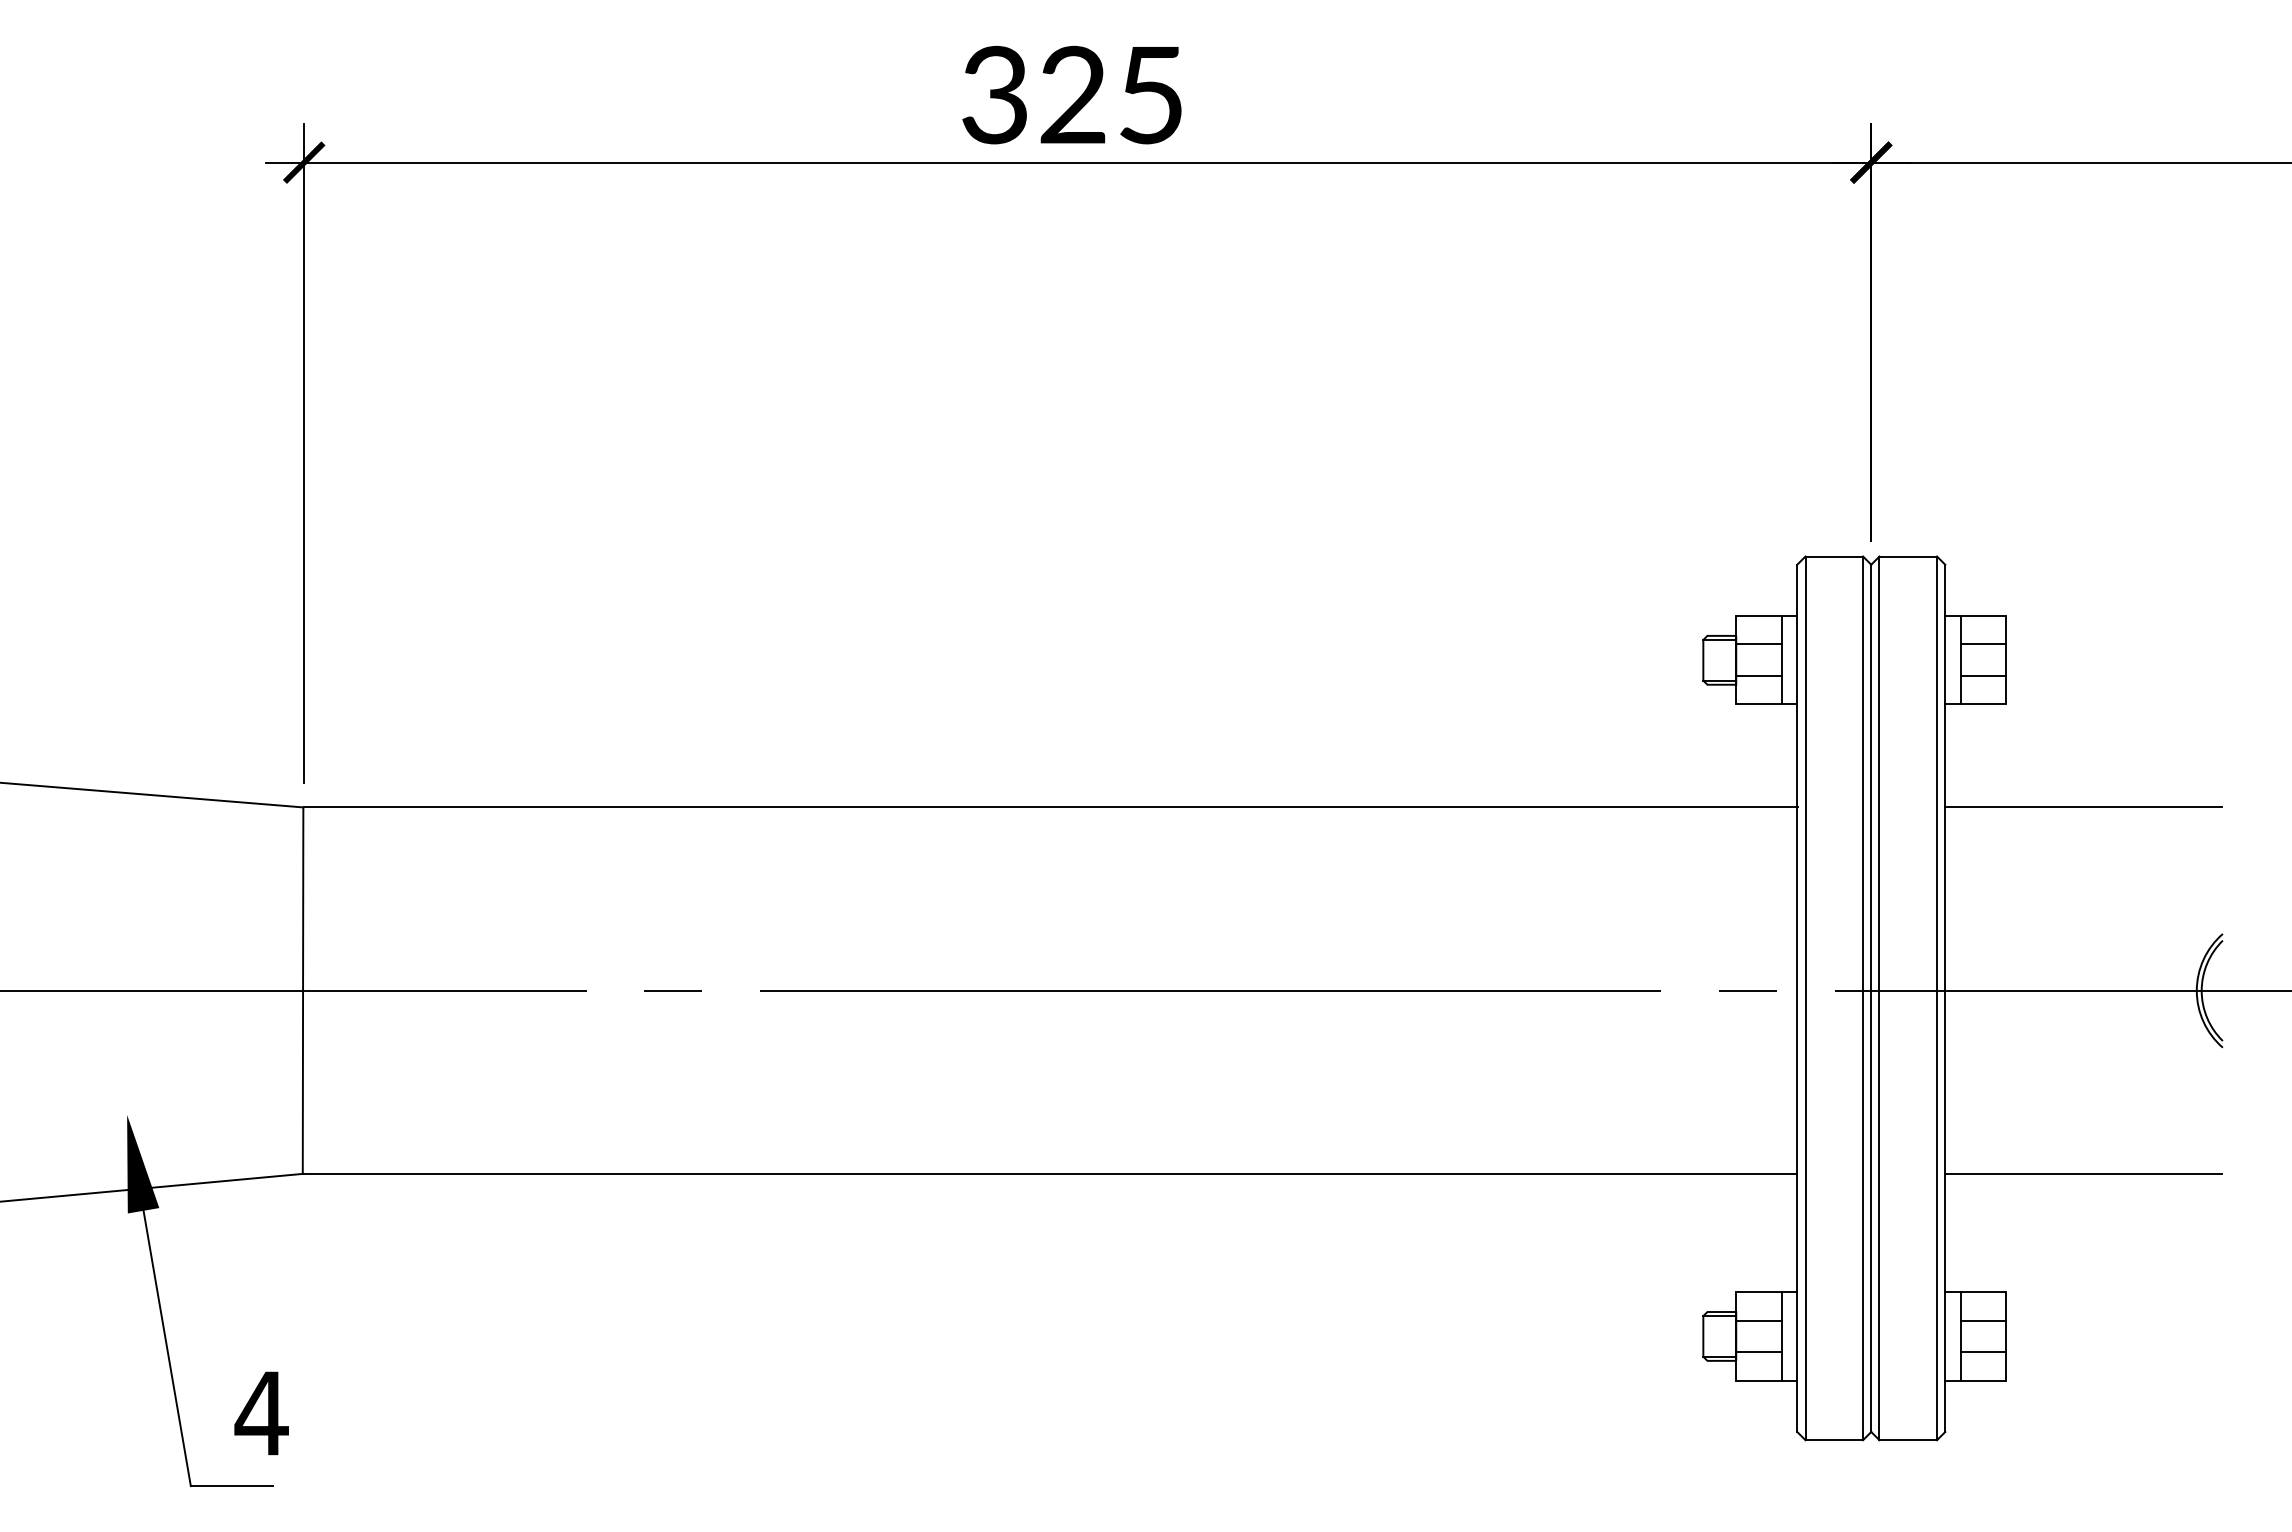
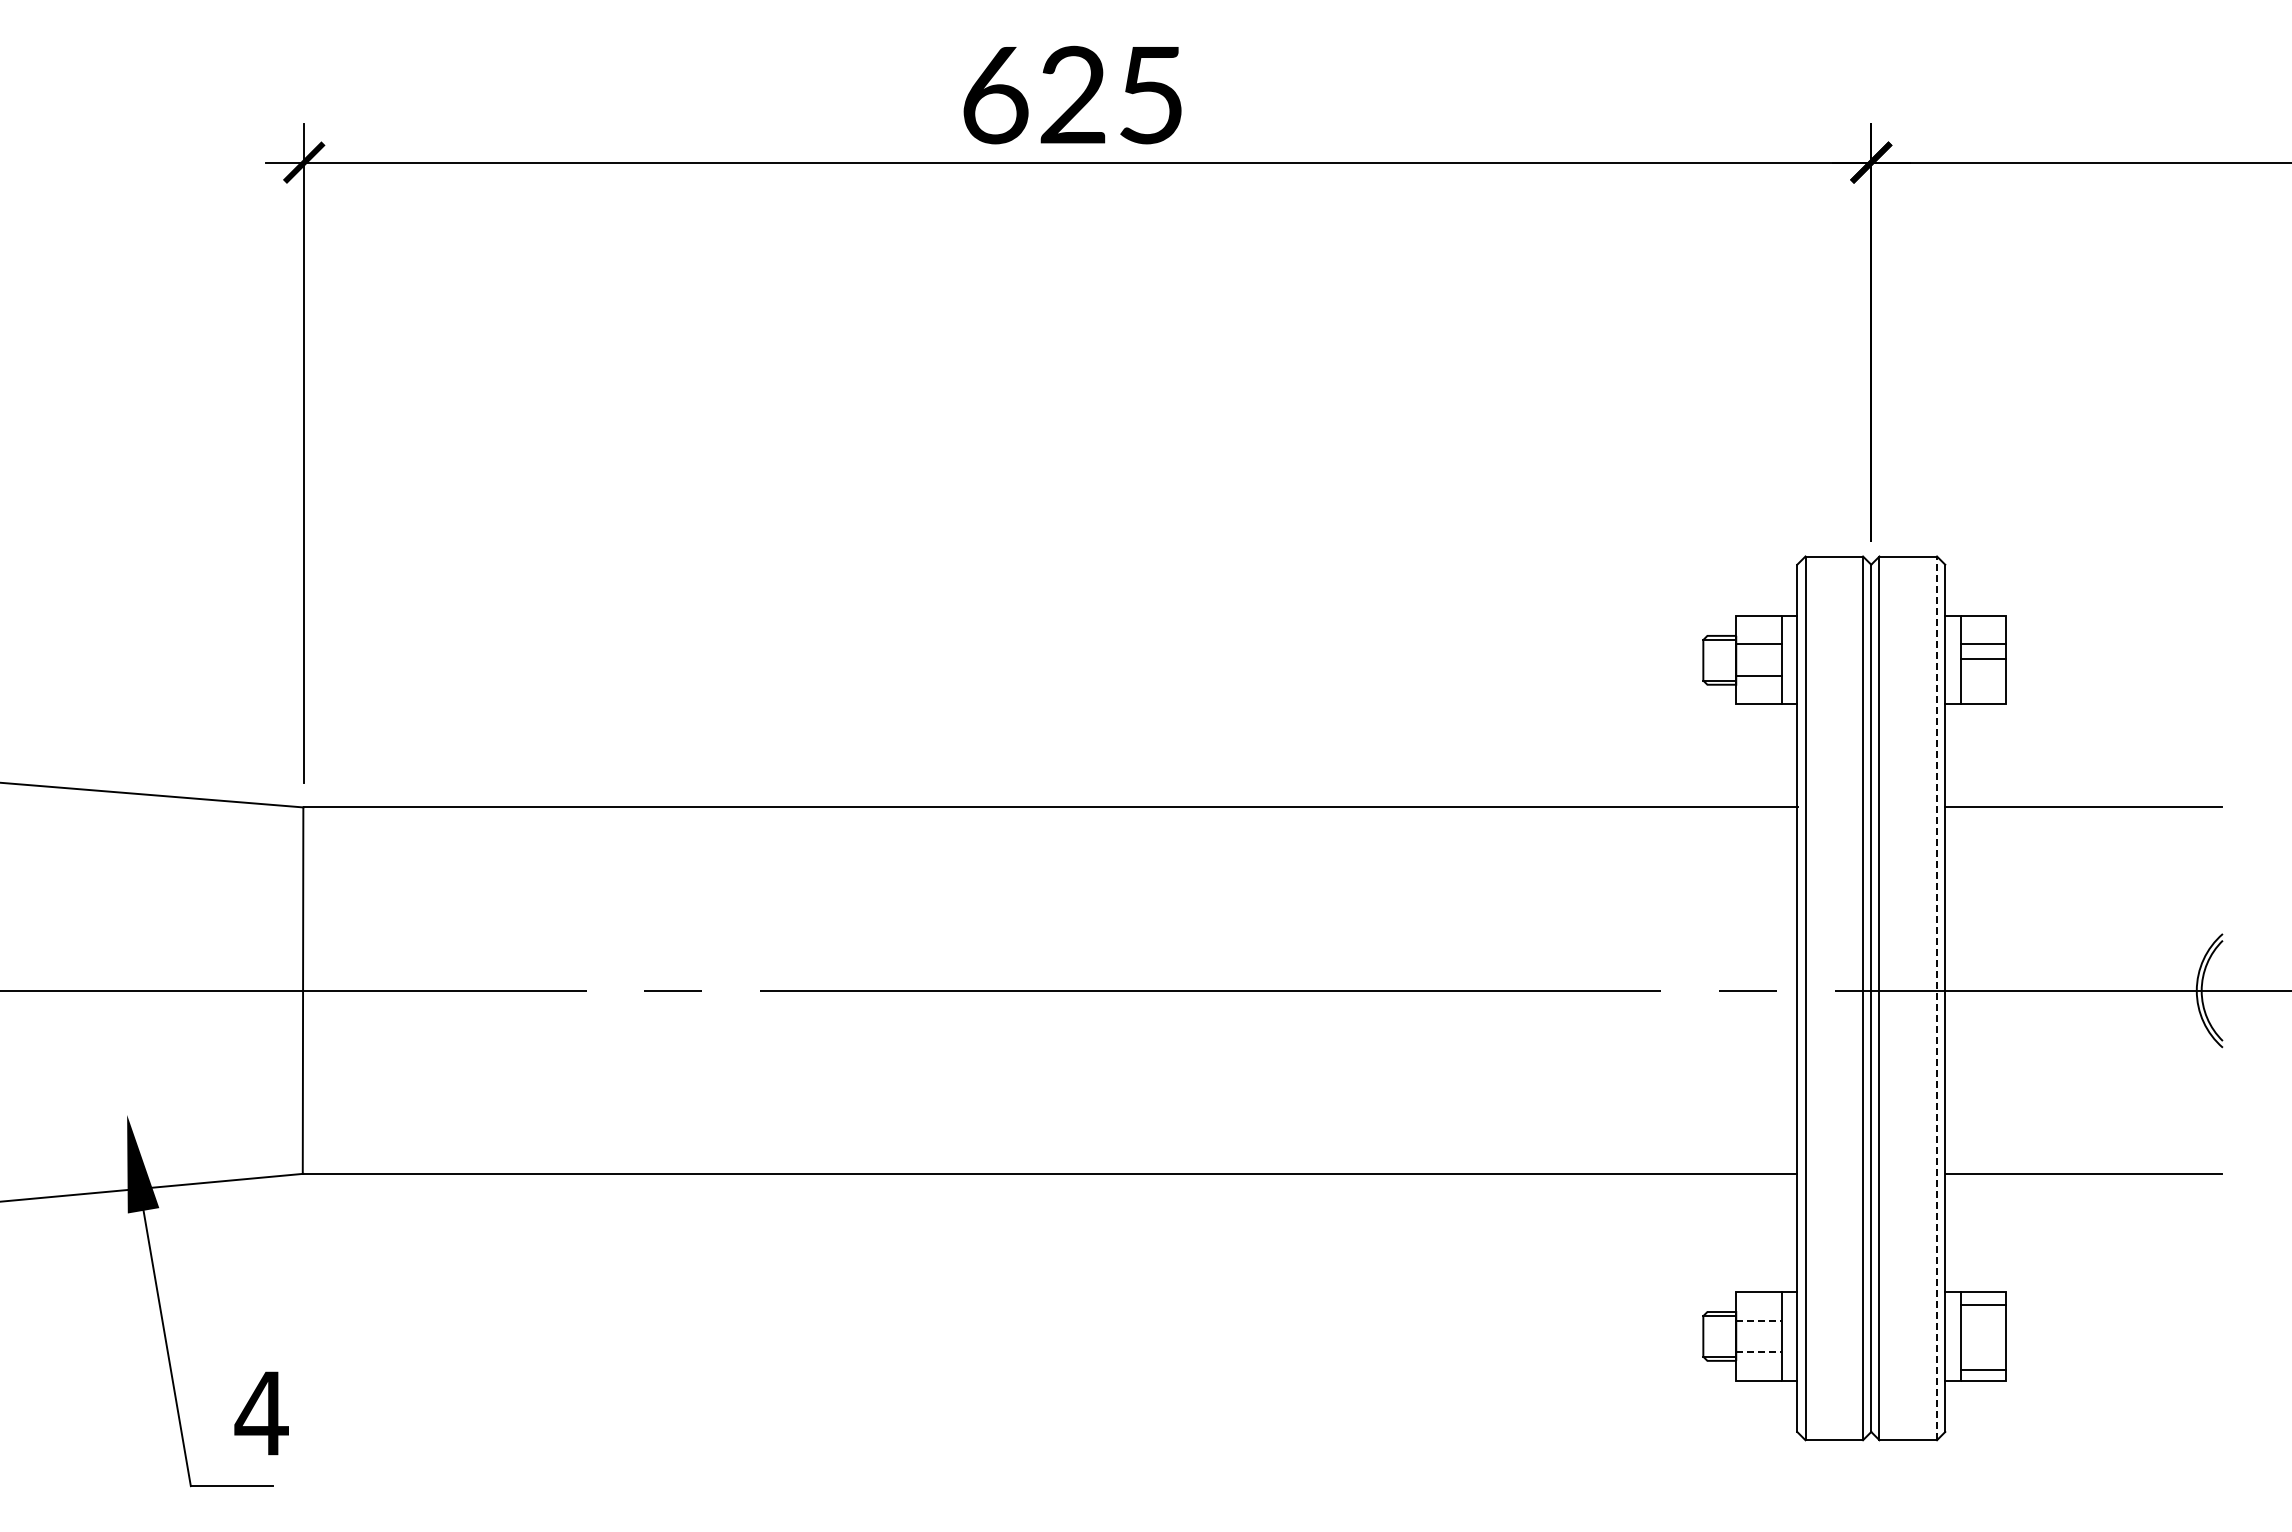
text at (995, 94): 325 -> 625
line at (1983, 675) position: (1983, 675) -> (1983, 658)
line at (1937, 998): solid -> dashed
line at (1759, 1320): solid -> dashed
line at (1983, 1320) position: (1983, 1320) -> (1983, 1304)
line at (1759, 1352): solid -> dashed
line at (1983, 1352) position: (1983, 1352) -> (1983, 1370)
